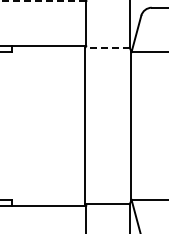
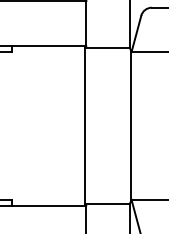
line at (43, 0): dashed -> solid
line at (107, 47): dashed -> solid
